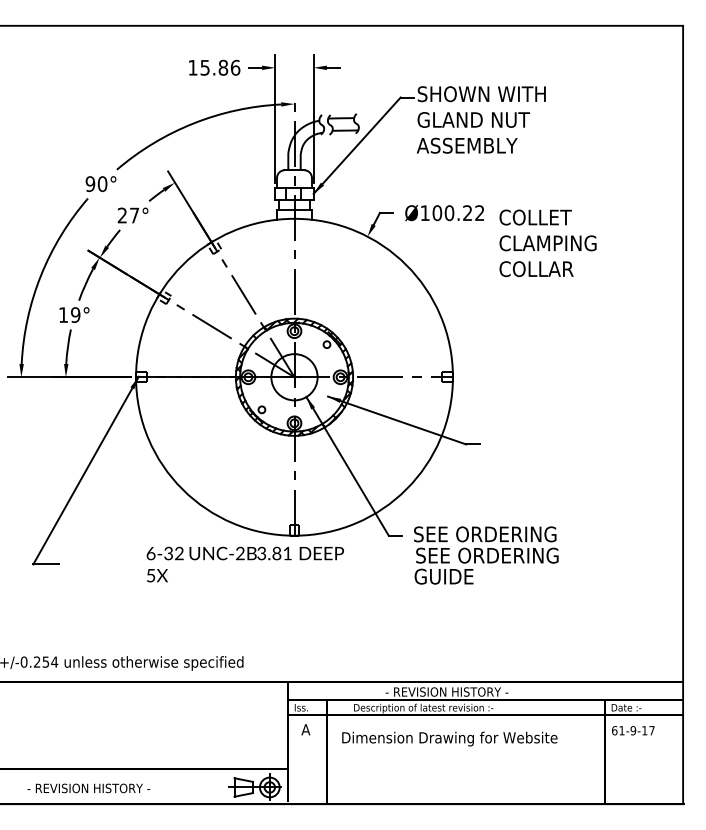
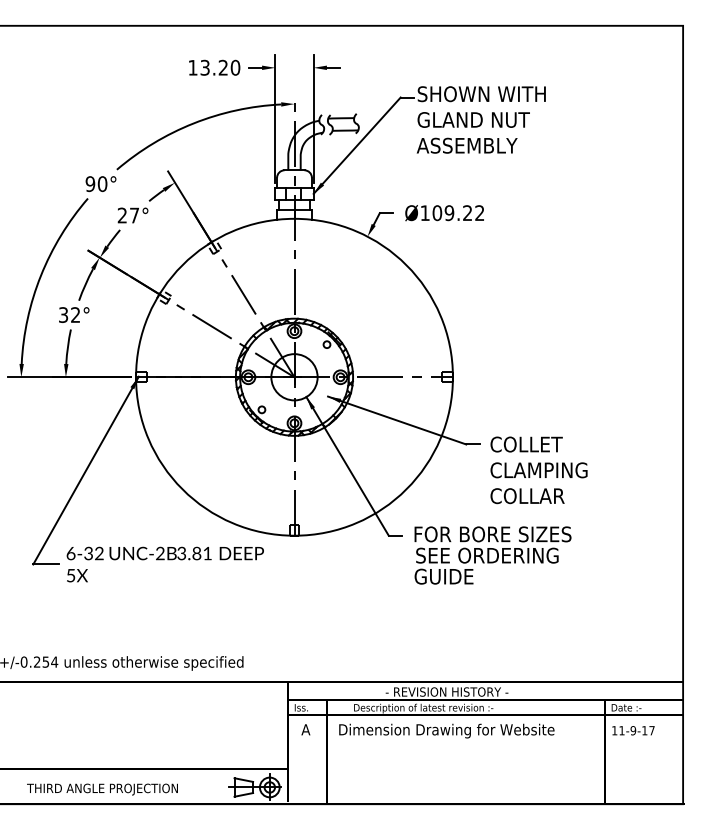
text at (220, 67): 15.86 -> 13.20
text at (449, 213): Ø100.22 -> Ø109.22
text at (547, 243) position: (547, 243) -> (538, 470)
text at (69, 314): 19° -> 32°
text at (492, 534): SEE ORDERING -> FOR BORE SIZES
text at (244, 564) position: (244, 564) -> (164, 564)
text at (614, 730): 61-9-17 -> 11-9-17
text at (449, 738) position: (449, 738) -> (446, 730)
text at (102, 789): - REVISION HISTORY - -> THIRD ANGLE PROJECTION
